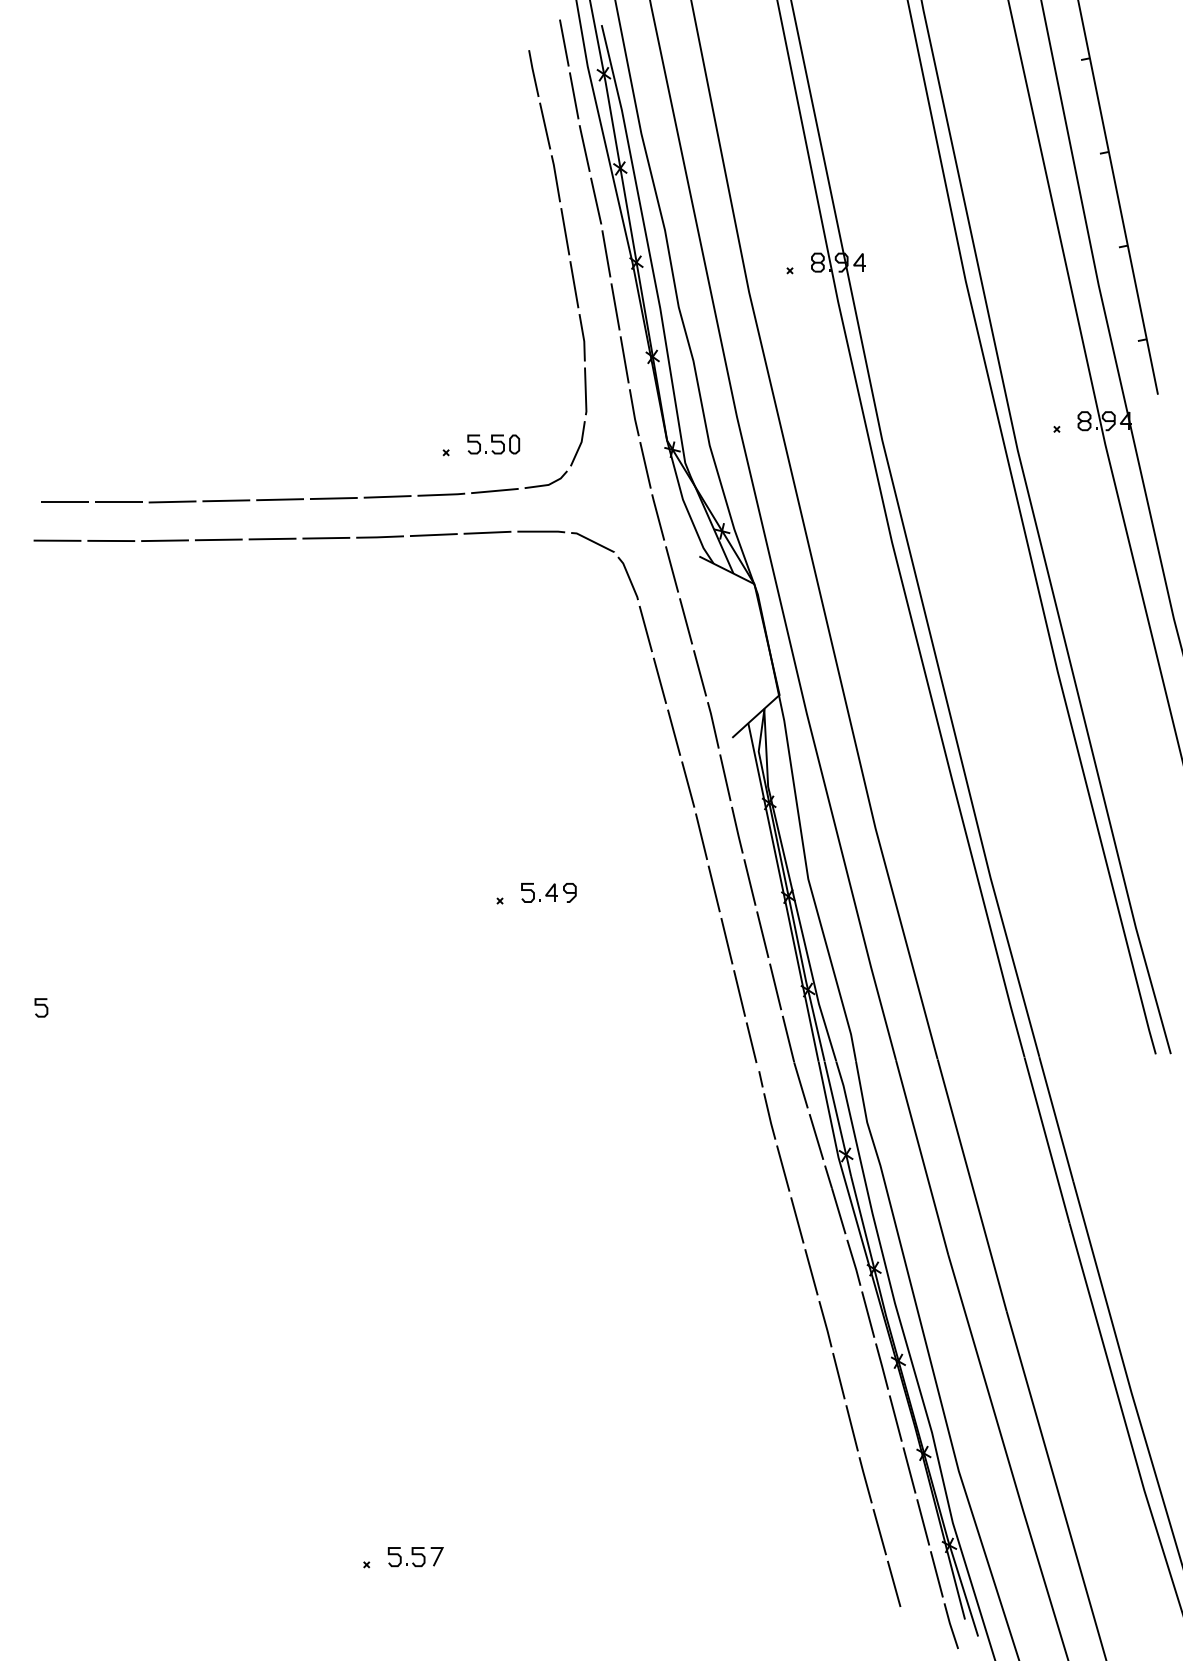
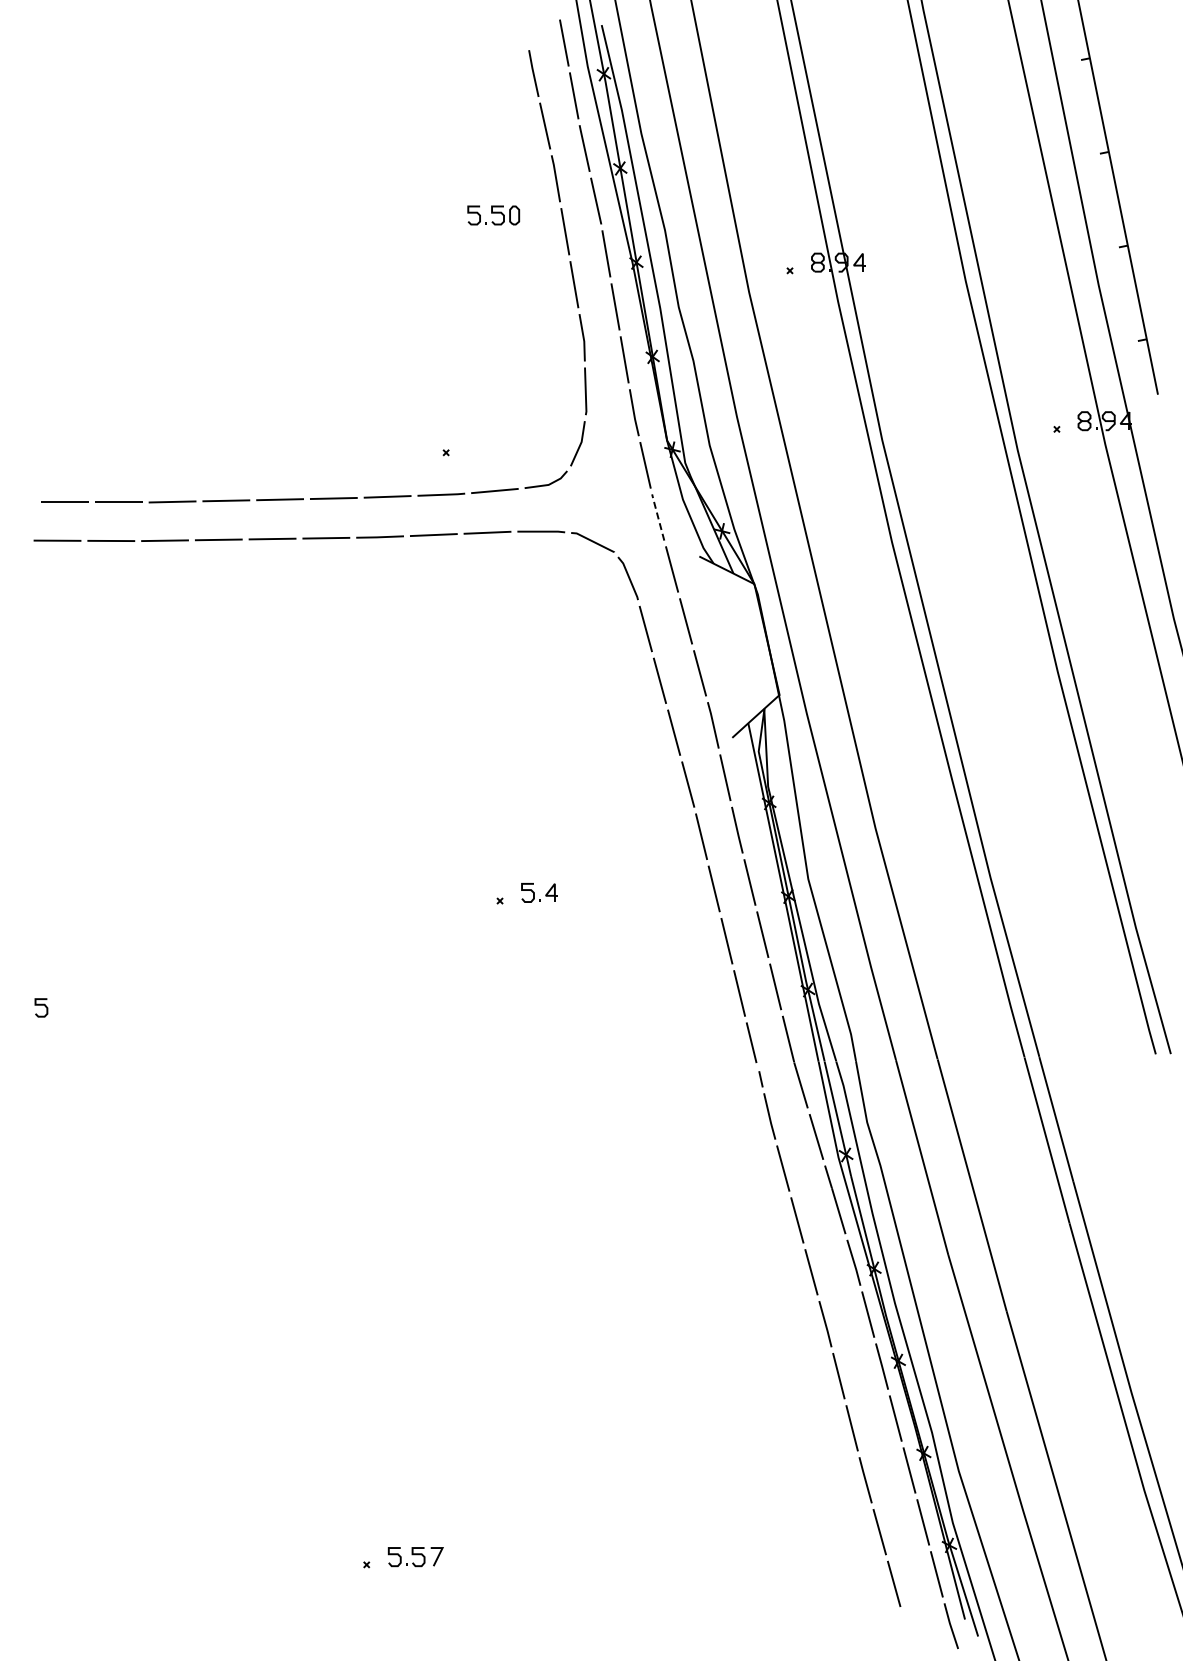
part at (493, 444) position: (493, 444) -> (493, 215)
line at (657, 516): solid -> dashed
part at (569, 892): present -> none
